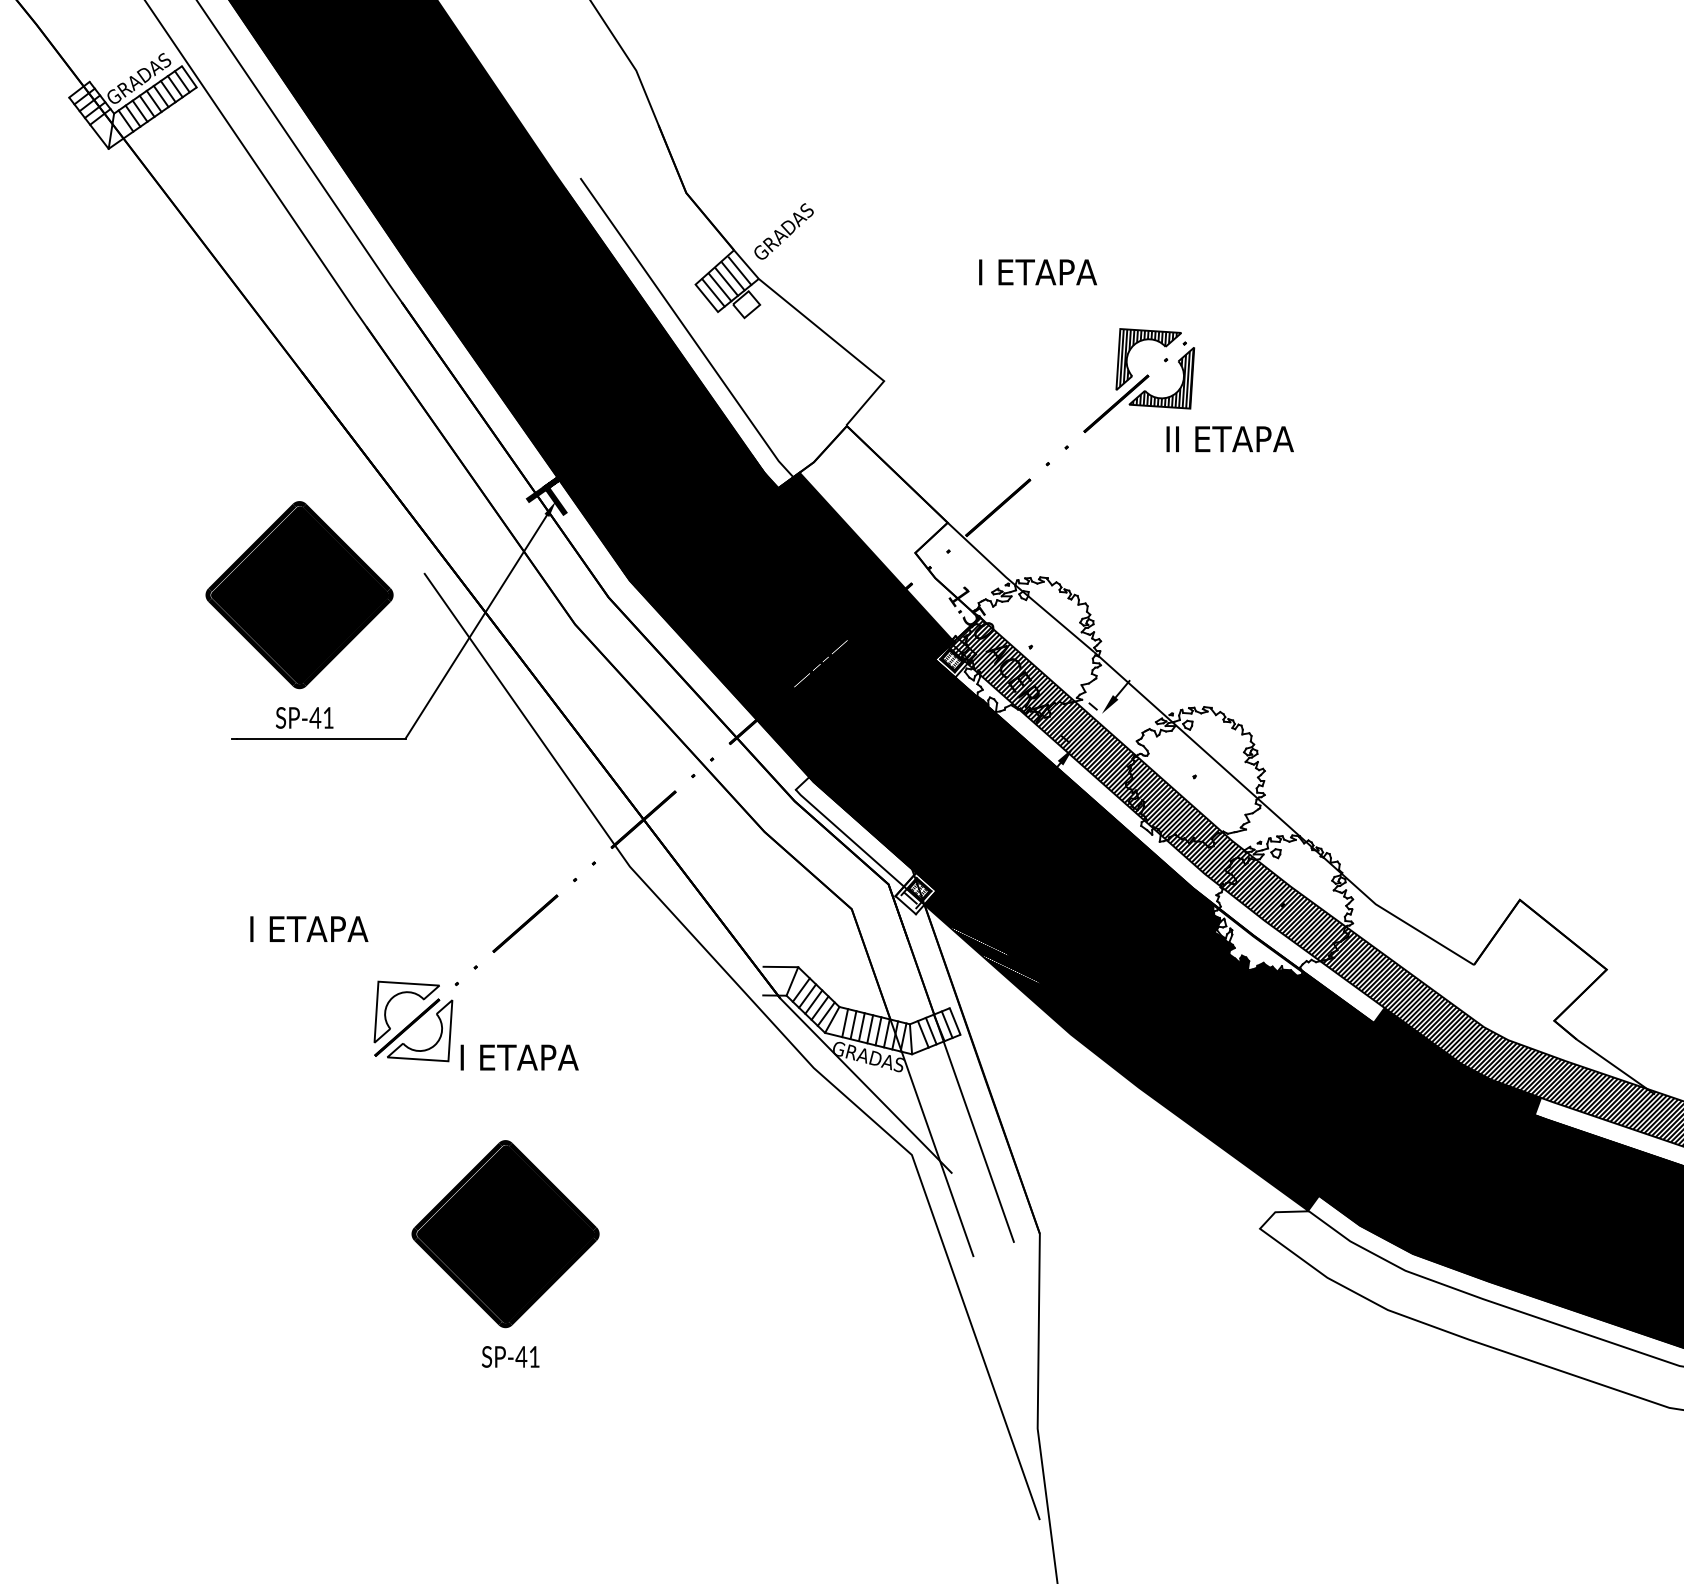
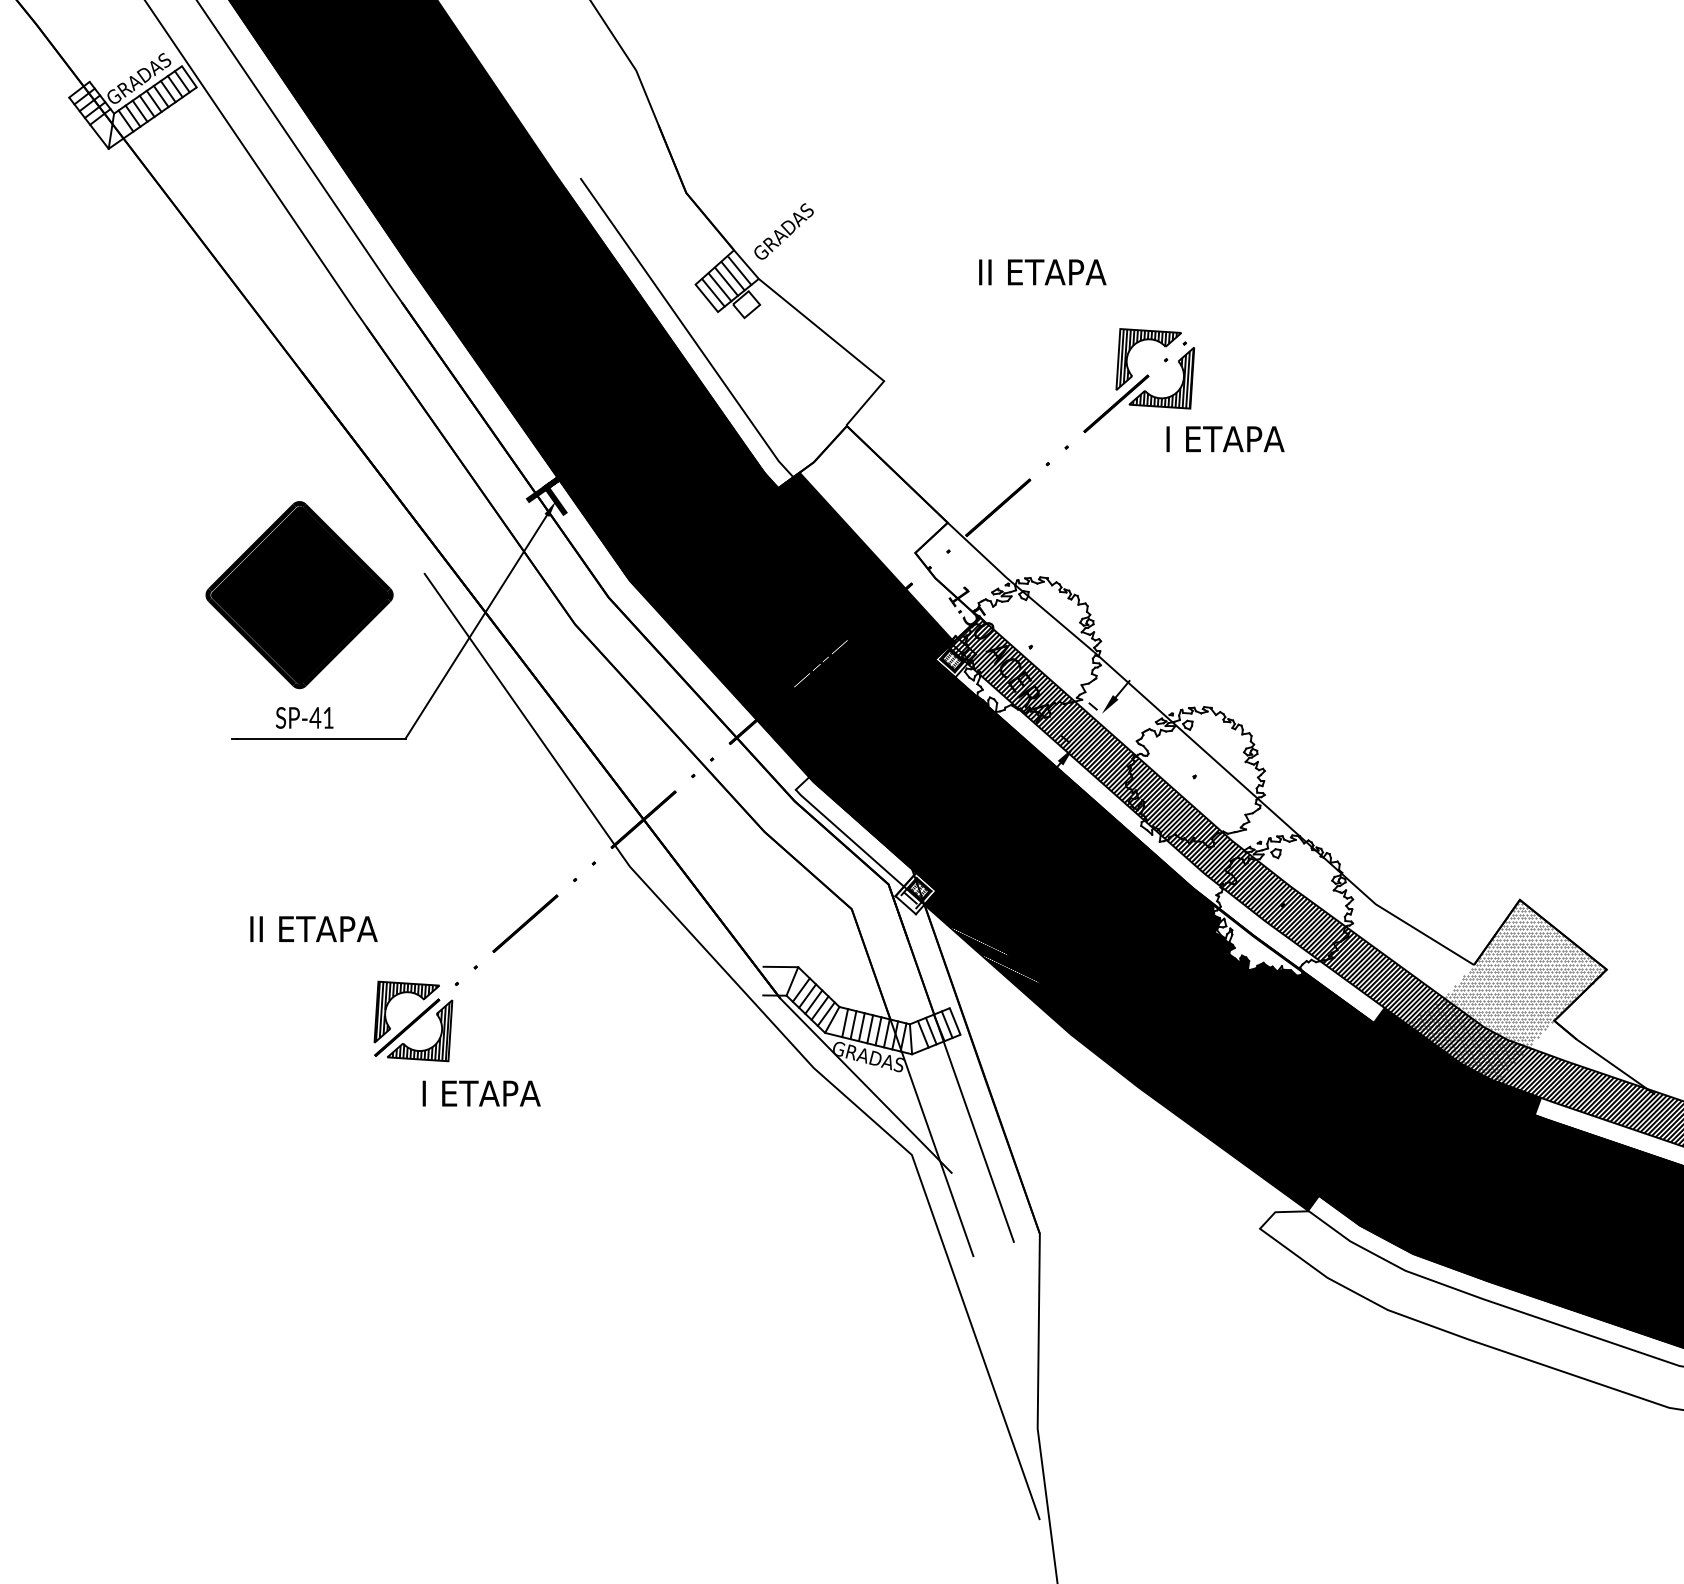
text at (1047, 272): I ETAPA -> II ETAPA
text at (1234, 439): II ETAPA -> I ETAPA
text at (318, 928): I ETAPA -> II ETAPA
hatch at (1497, 1000): none -> present
hatch at (406, 1011): none -> present
hatch at (419, 1031): none -> present
text at (519, 1057) position: (519, 1057) -> (481, 1093)
part at (505, 1253): present -> none
